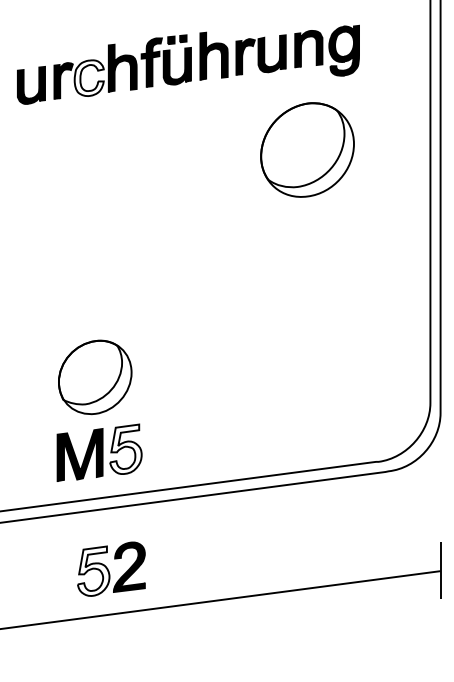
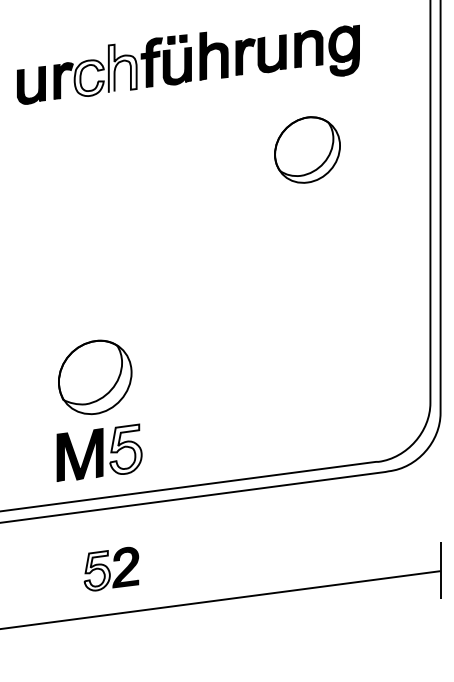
fill at (122, 68): present -> none
part at (307, 149) size: 95x96 px -> 67x68 px
part at (111, 568) size: 69x56 px -> 57x46 px
